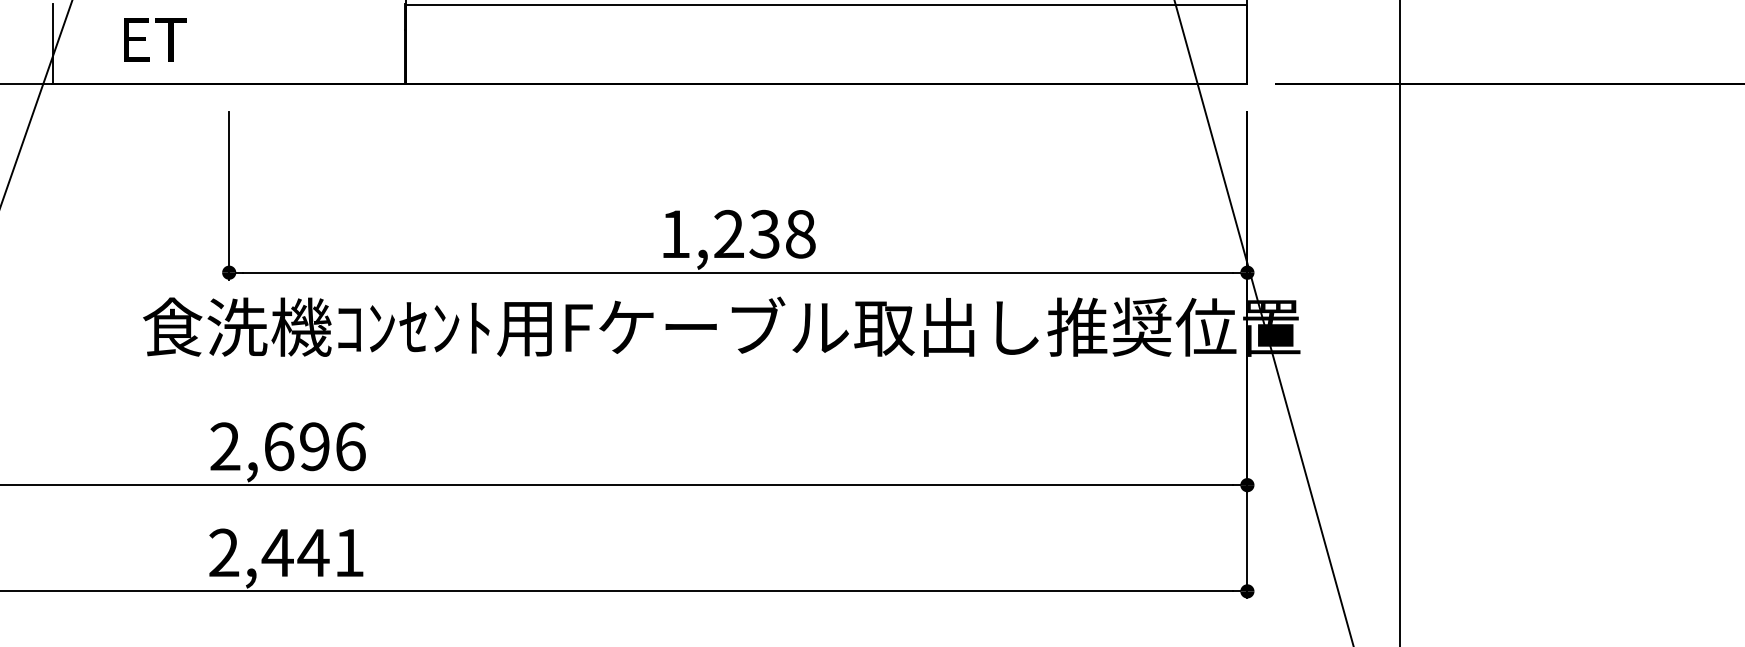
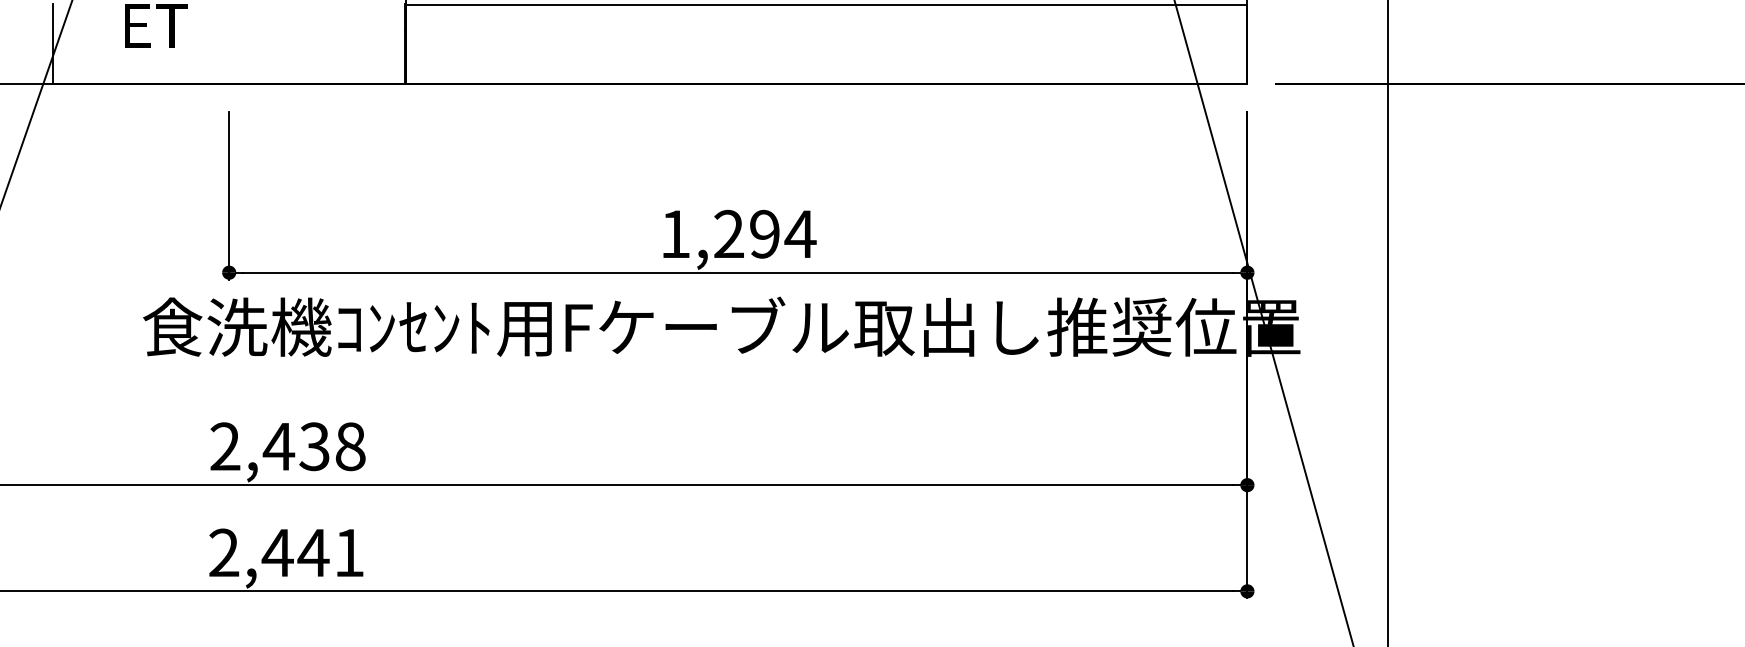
text at (155, 39) position: (155, 39) -> (156, 25)
text at (782, 234): 1,238 -> 1,294
line at (1400, 322) position: (1400, 322) -> (1388, 322)
text at (313, 446): 2,696 -> 2,438
